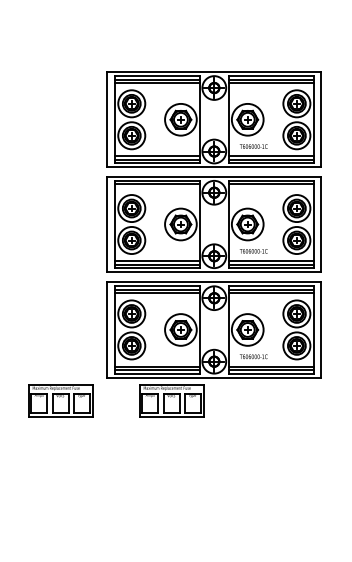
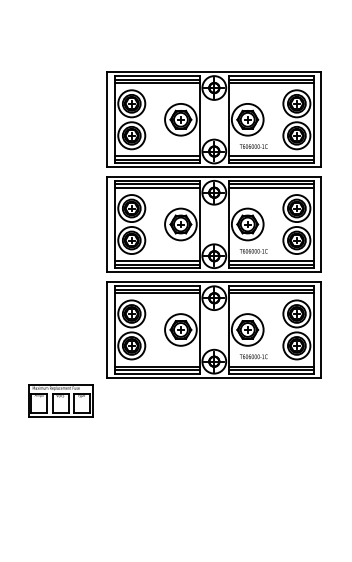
line at (156, 187): none -> present
line at (270, 187): none -> present
part at (171, 400): present -> none
